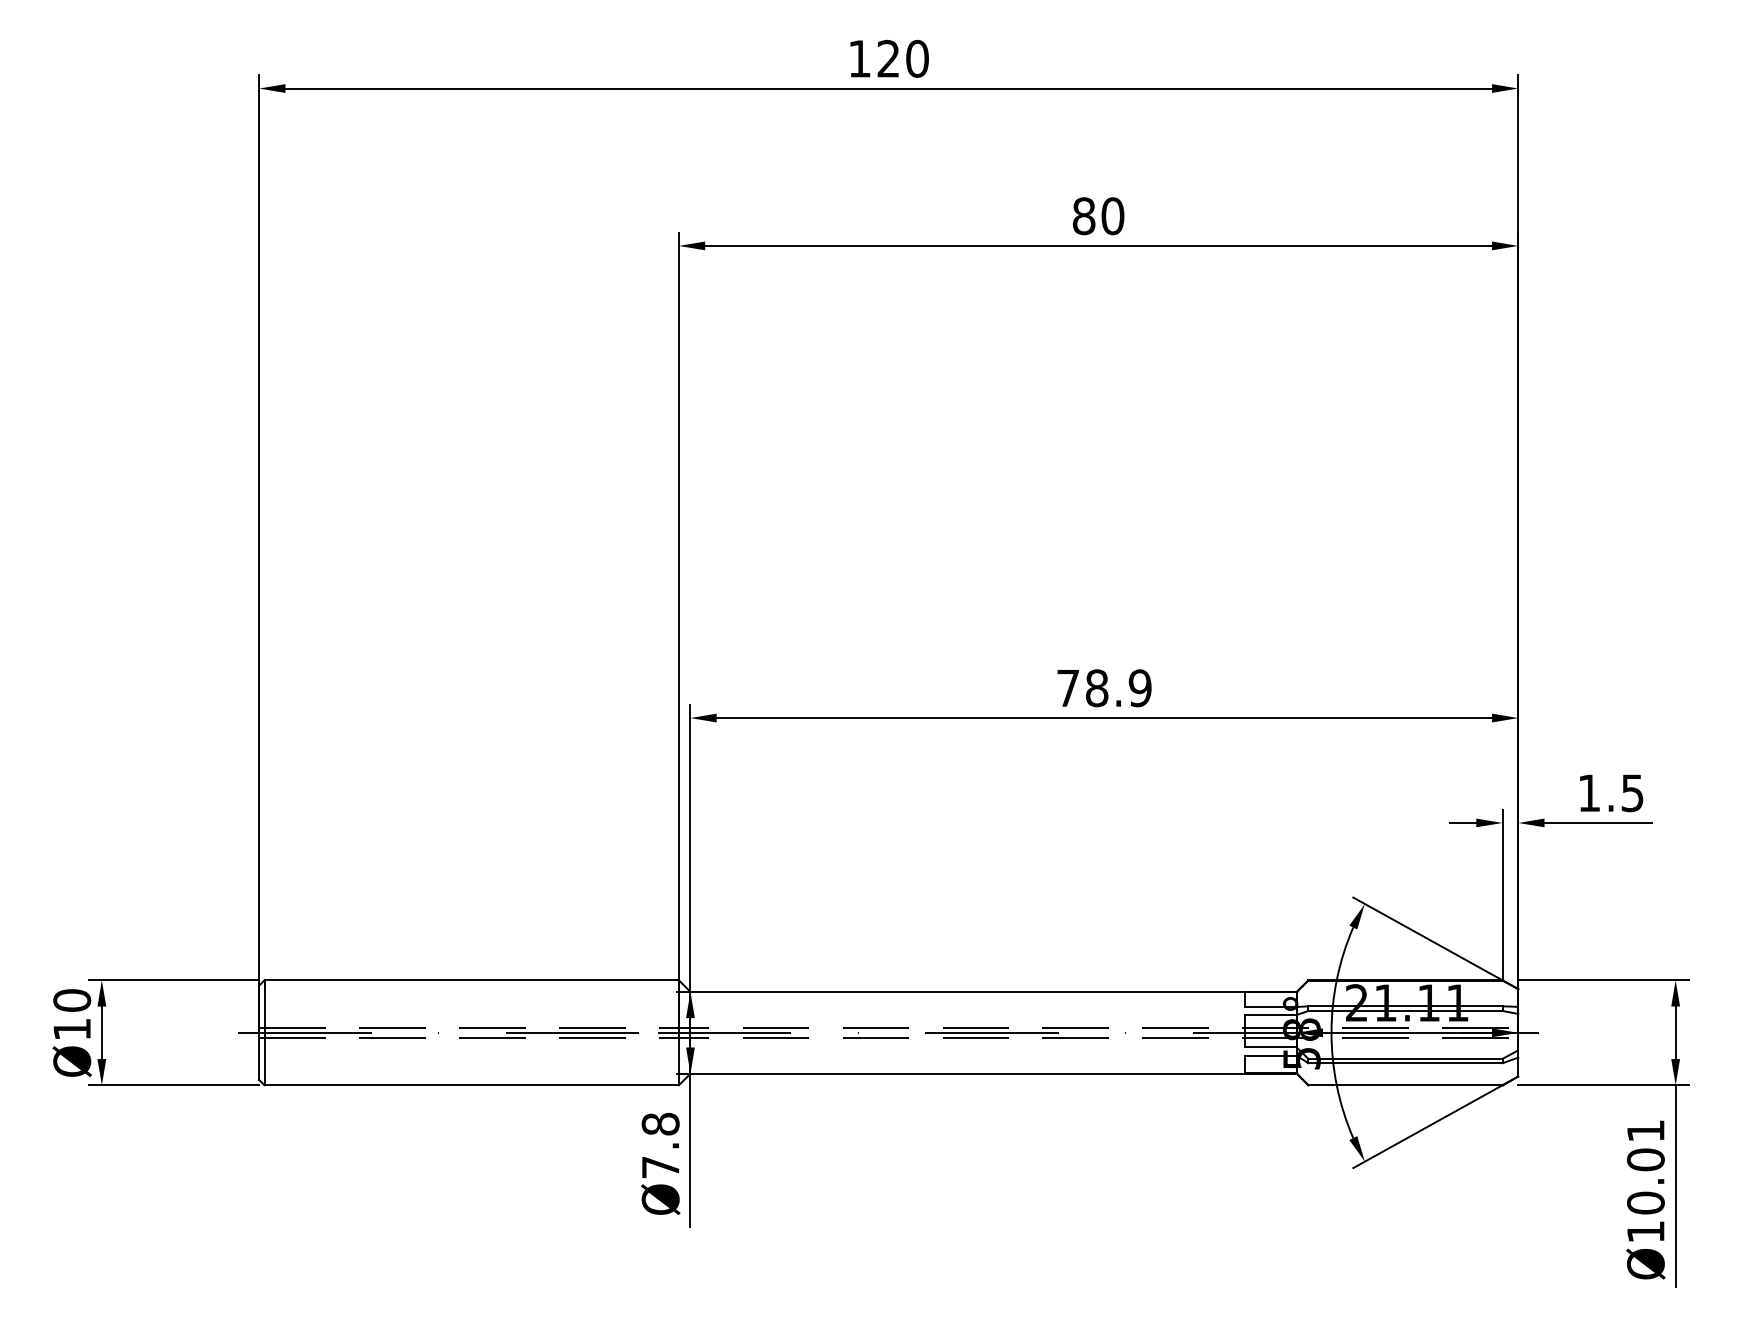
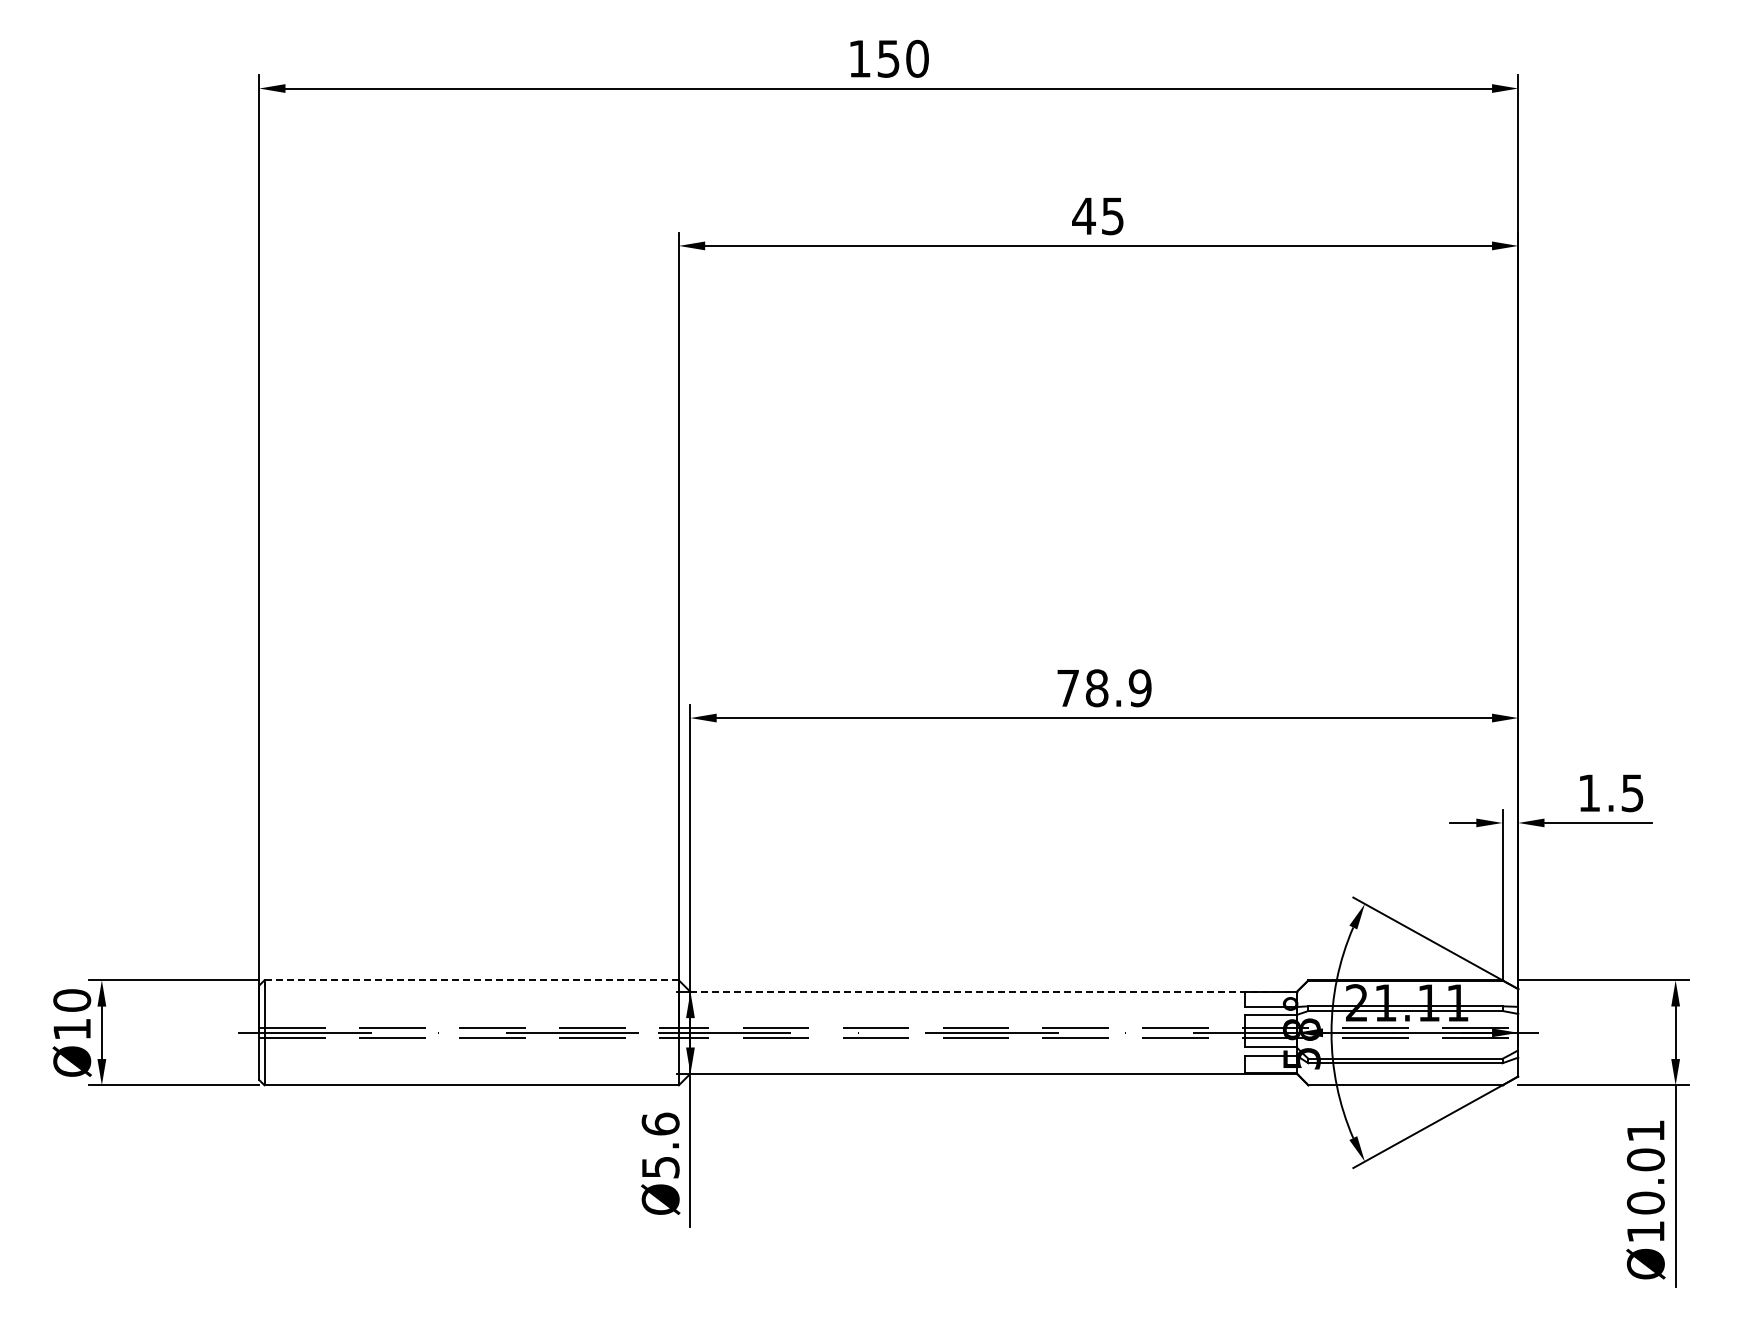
text at (888, 58): 120 -> 150
text at (1098, 216): 80 -> 45
line at (471, 980): solid -> dashed
line at (994, 991): solid -> dashed
text at (660, 1145): Ø7.8 -> Ø5.6
